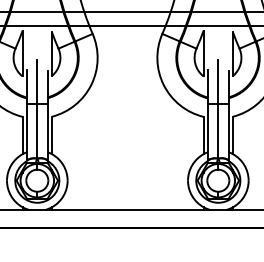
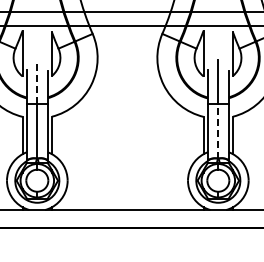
line at (37, 81): solid -> dashed
line at (218, 131): solid -> dashed
